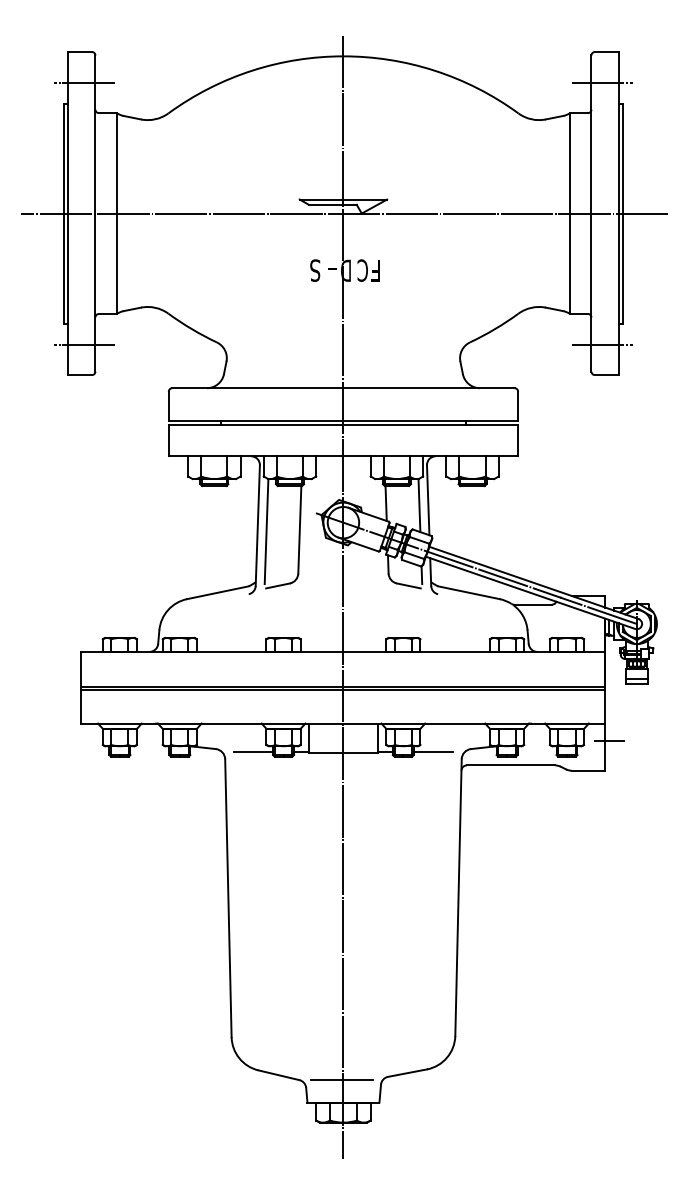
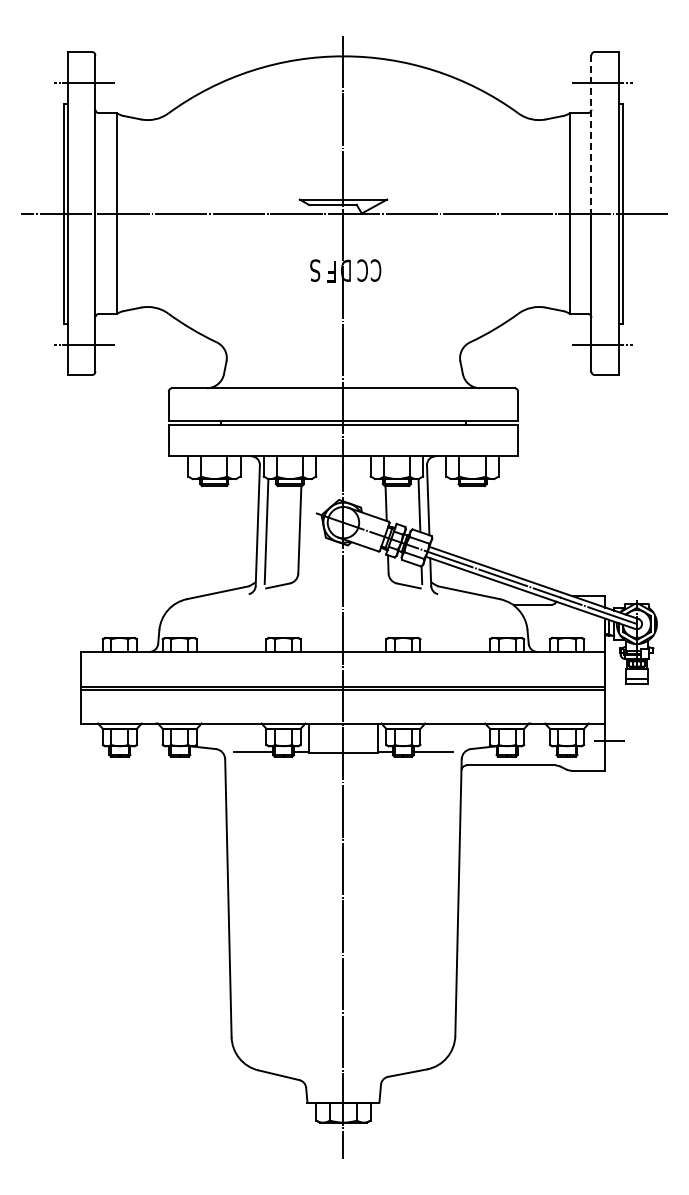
line at (591, 134): solid -> dashed
text at (375, 270): F -> C
text at (331, 271): - -> F
line at (342, 1079): present -> none
